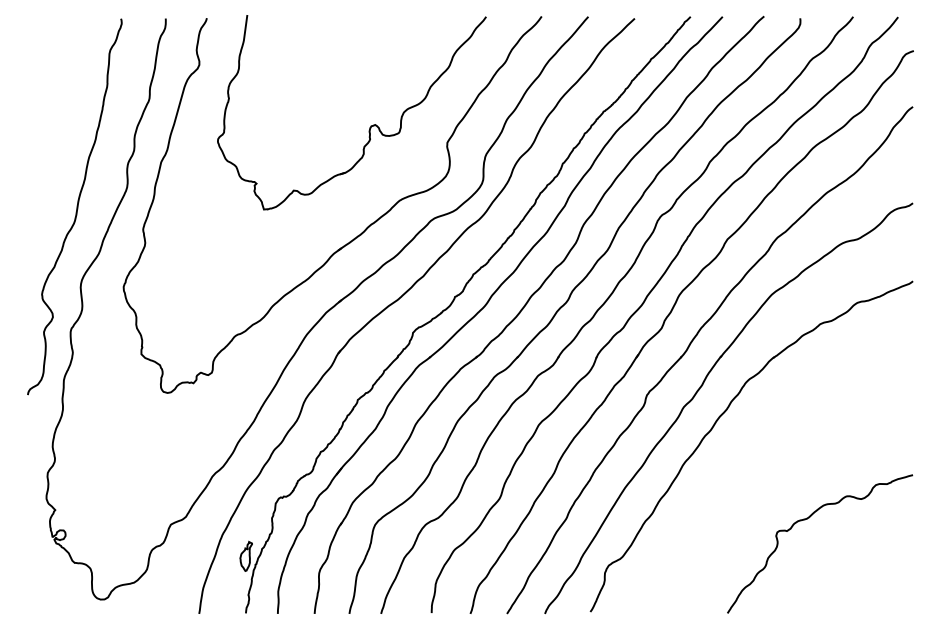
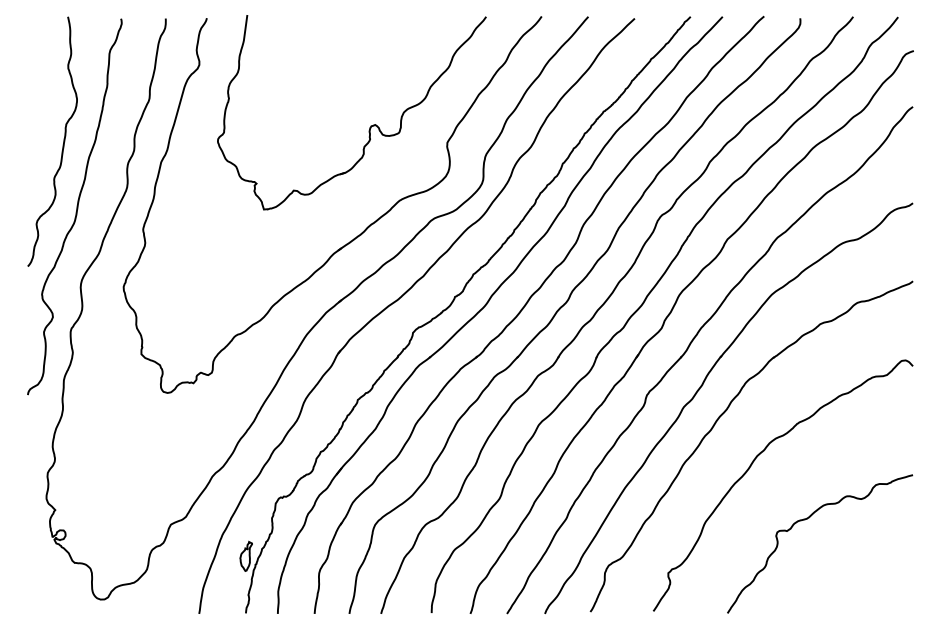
curve at (62, 144): none -> present
curve at (751, 466): none -> present
